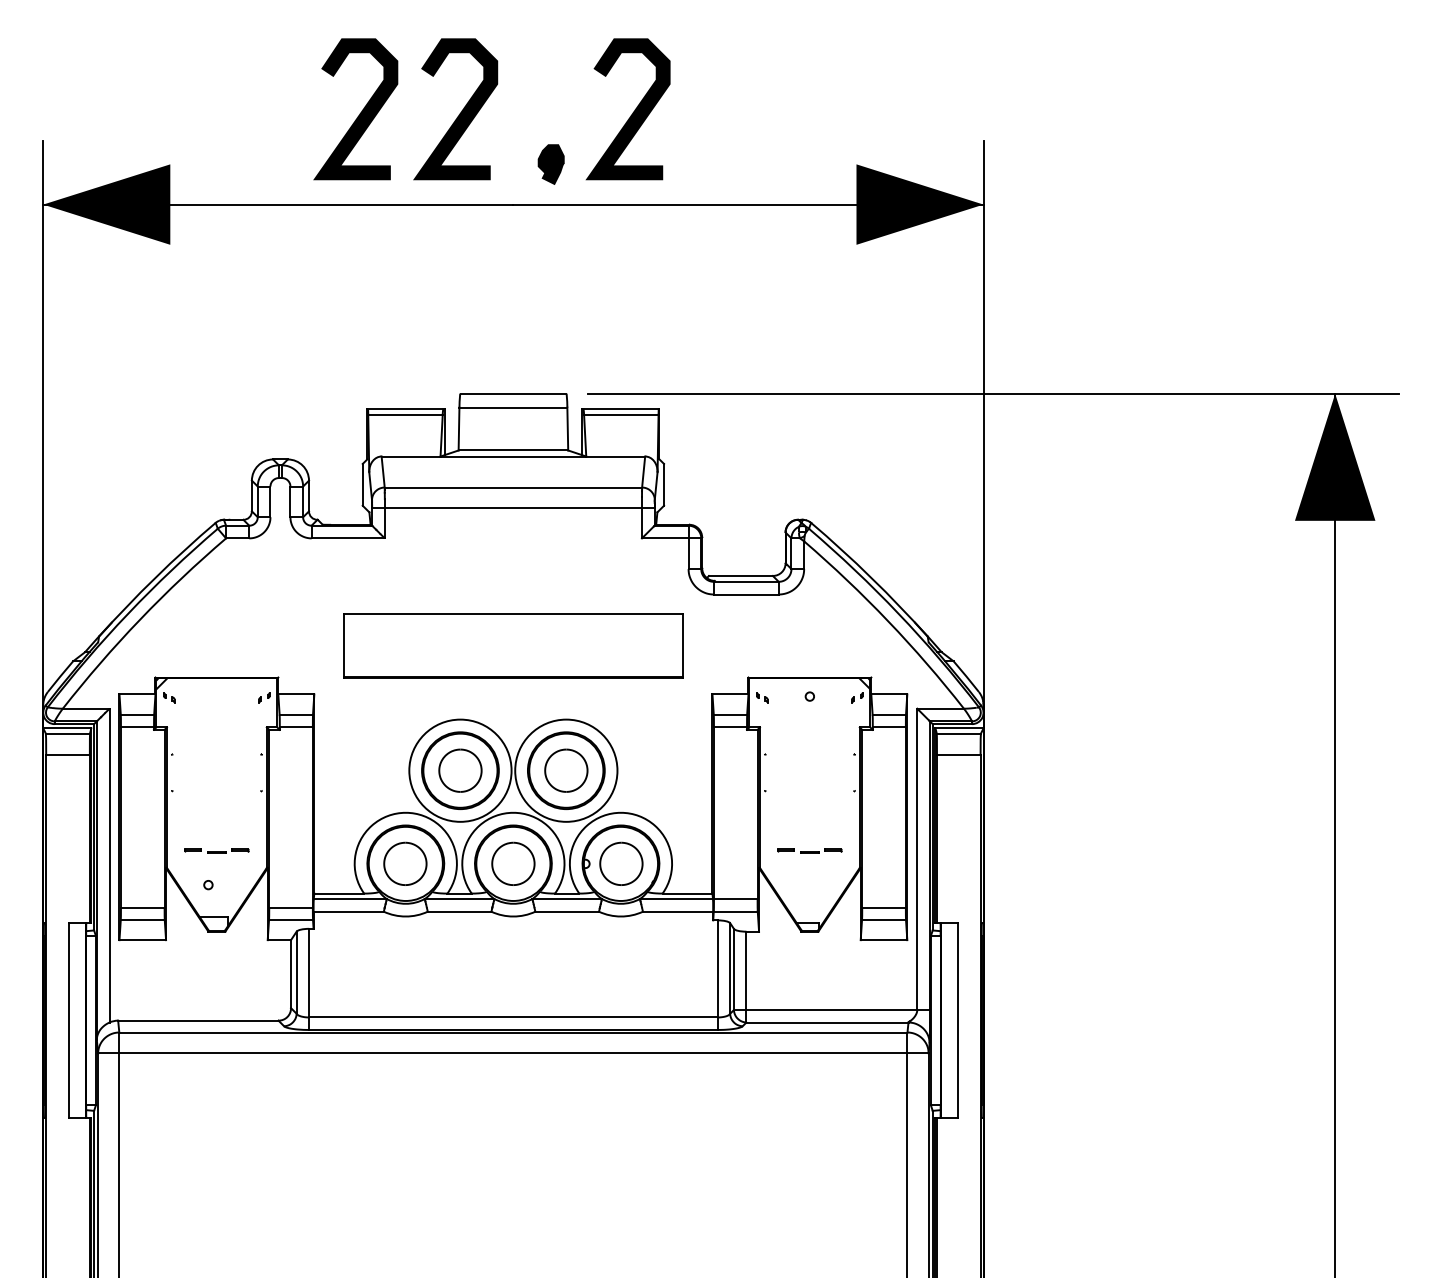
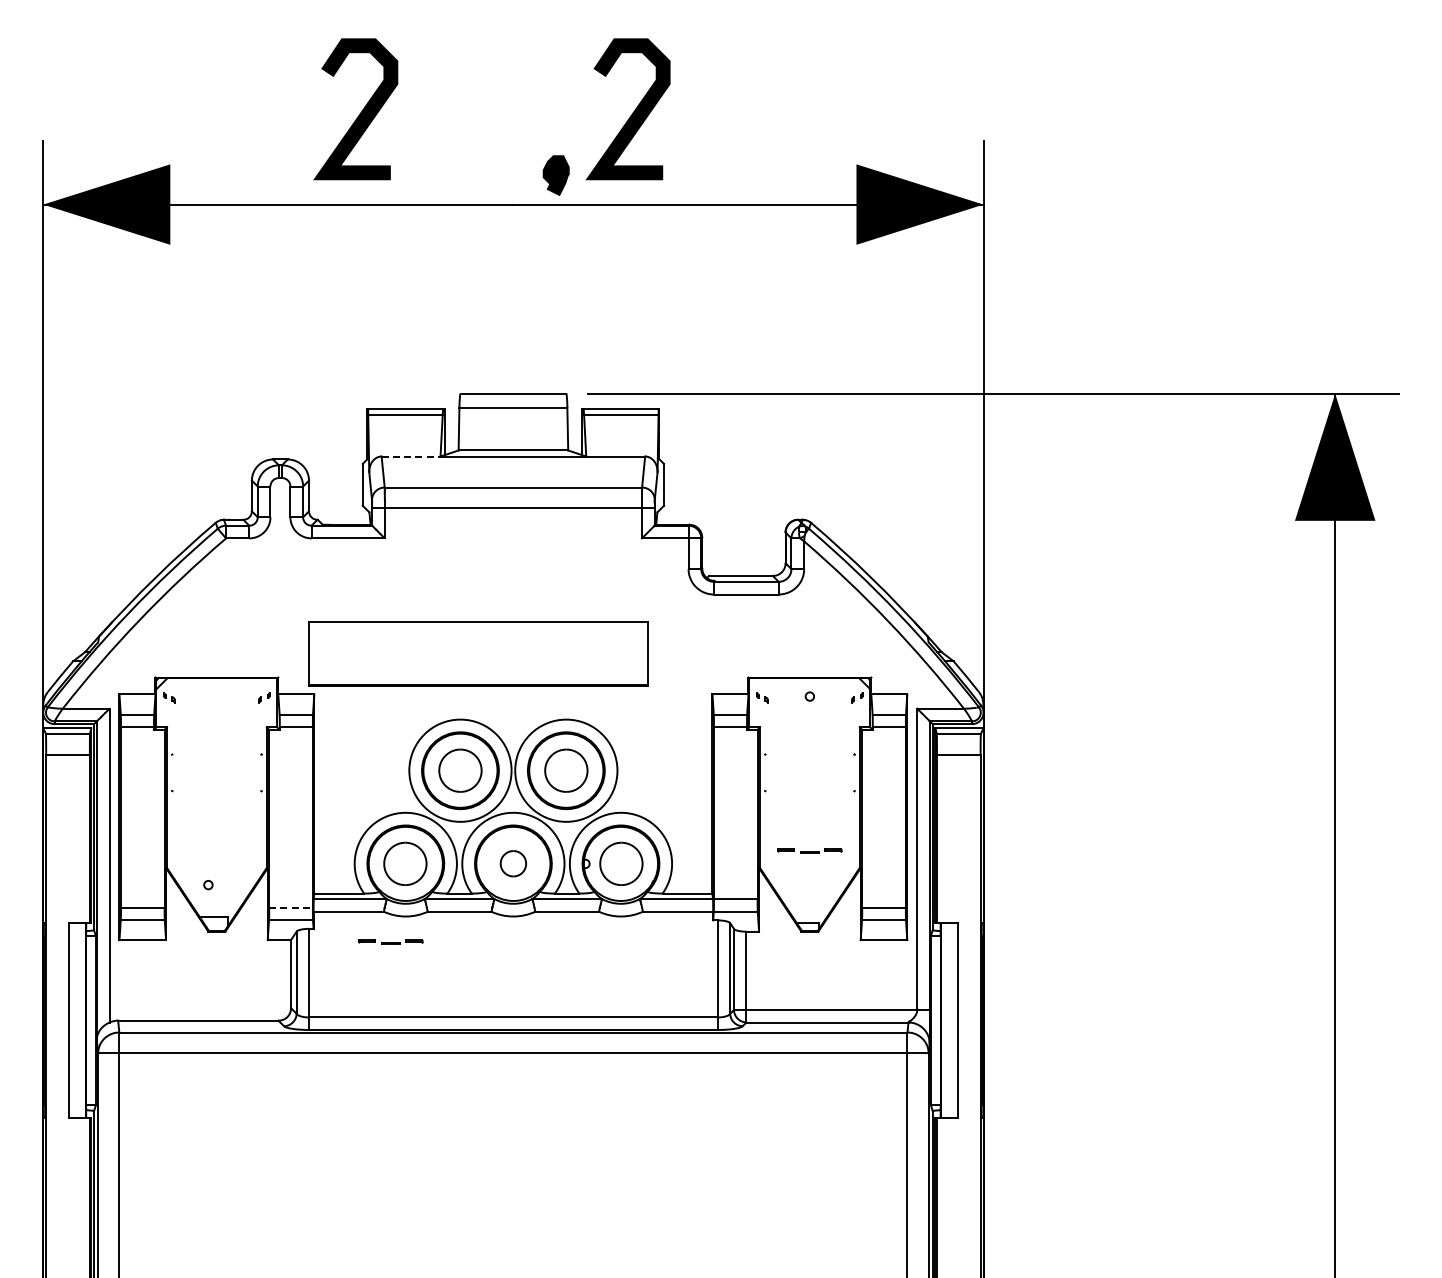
curve at (459, 113): present -> none
part at (550, 164) position: (550, 164) -> (555, 175)
line at (411, 456): solid -> dashed
part at (513, 645) position: (513, 645) -> (478, 653)
part at (216, 850) position: (216, 850) -> (390, 941)
part at (513, 863) size: 45x45 px -> 28x28 px
line at (291, 907): solid -> dashed
